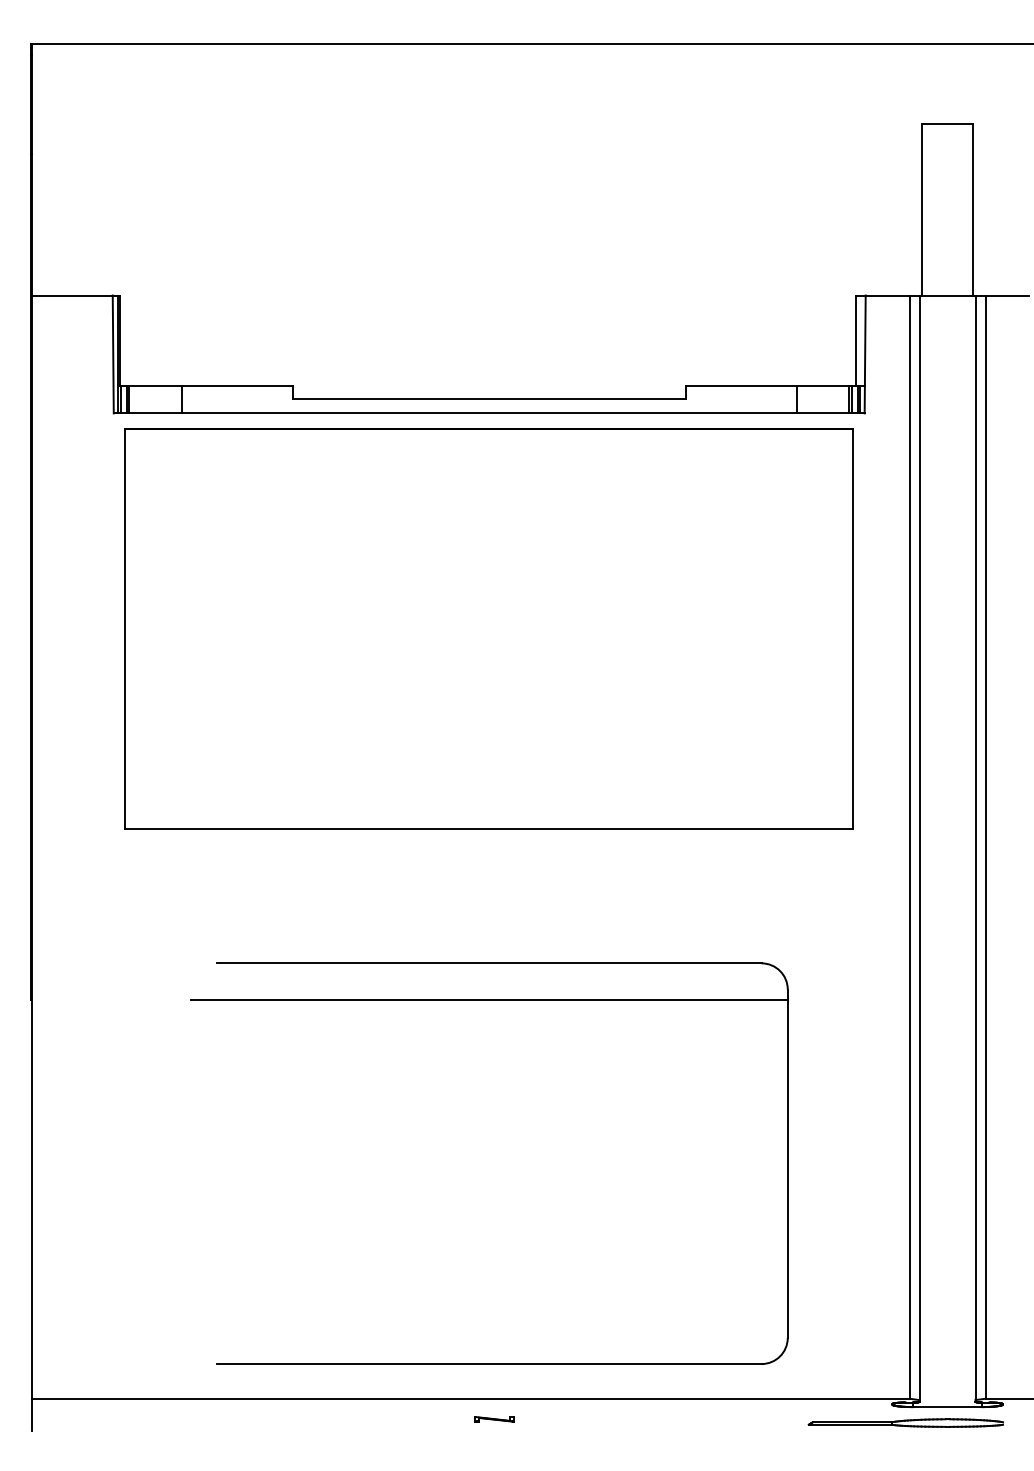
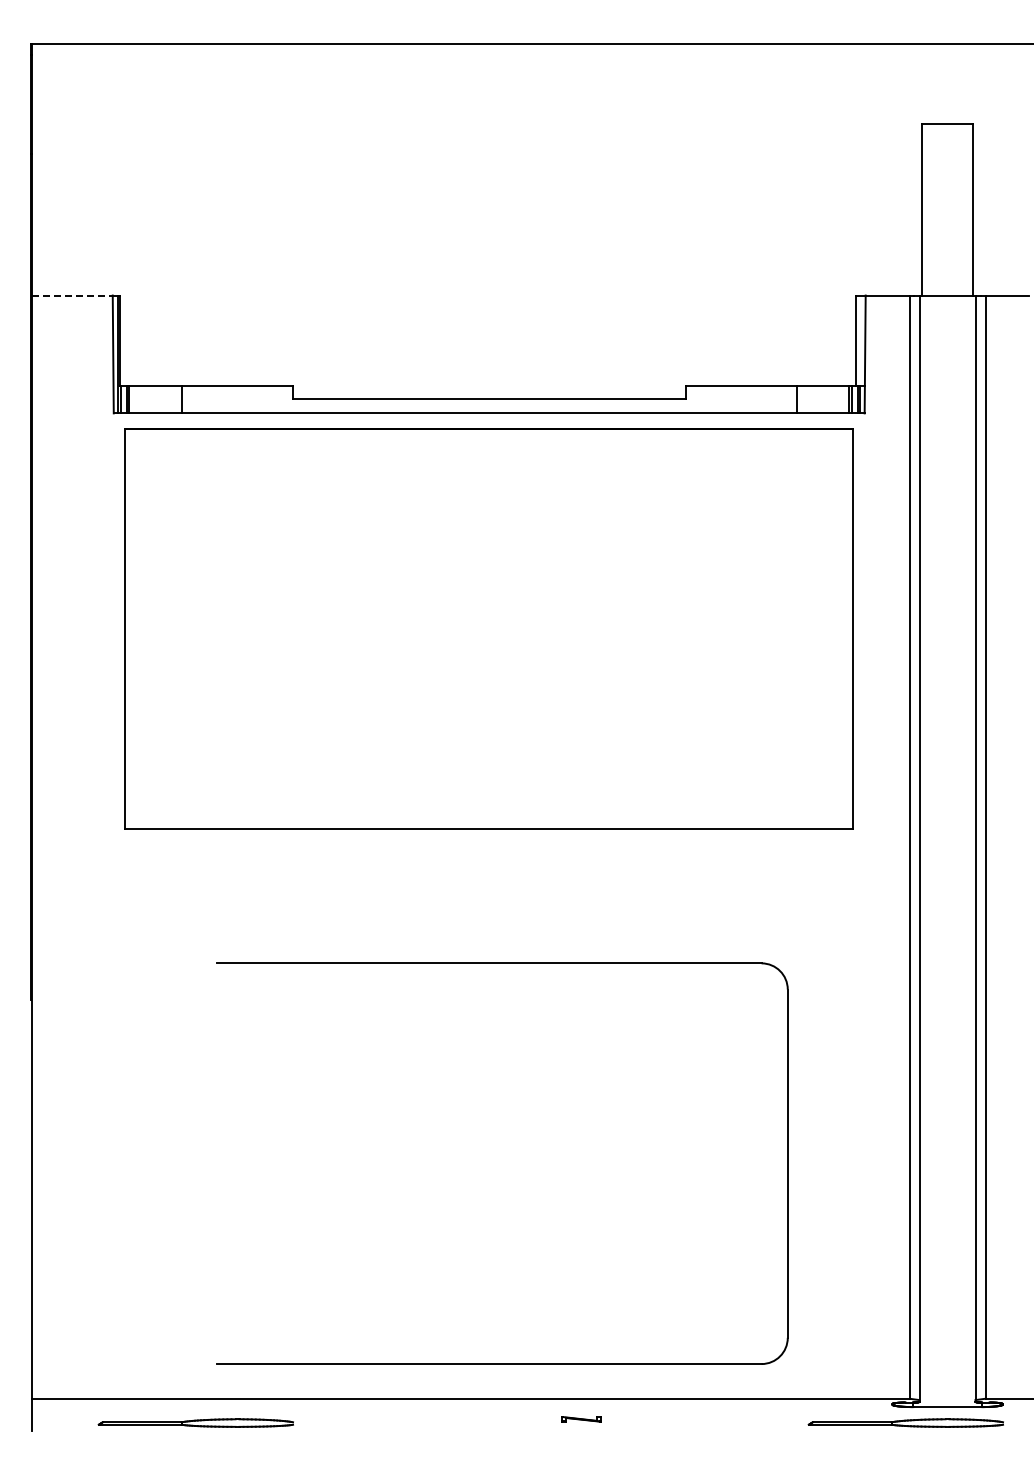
line at (72, 295): solid -> dashed
line at (488, 1000): present -> none
part at (494, 1419) position: (494, 1419) -> (581, 1419)
part at (195, 1422): none -> present
